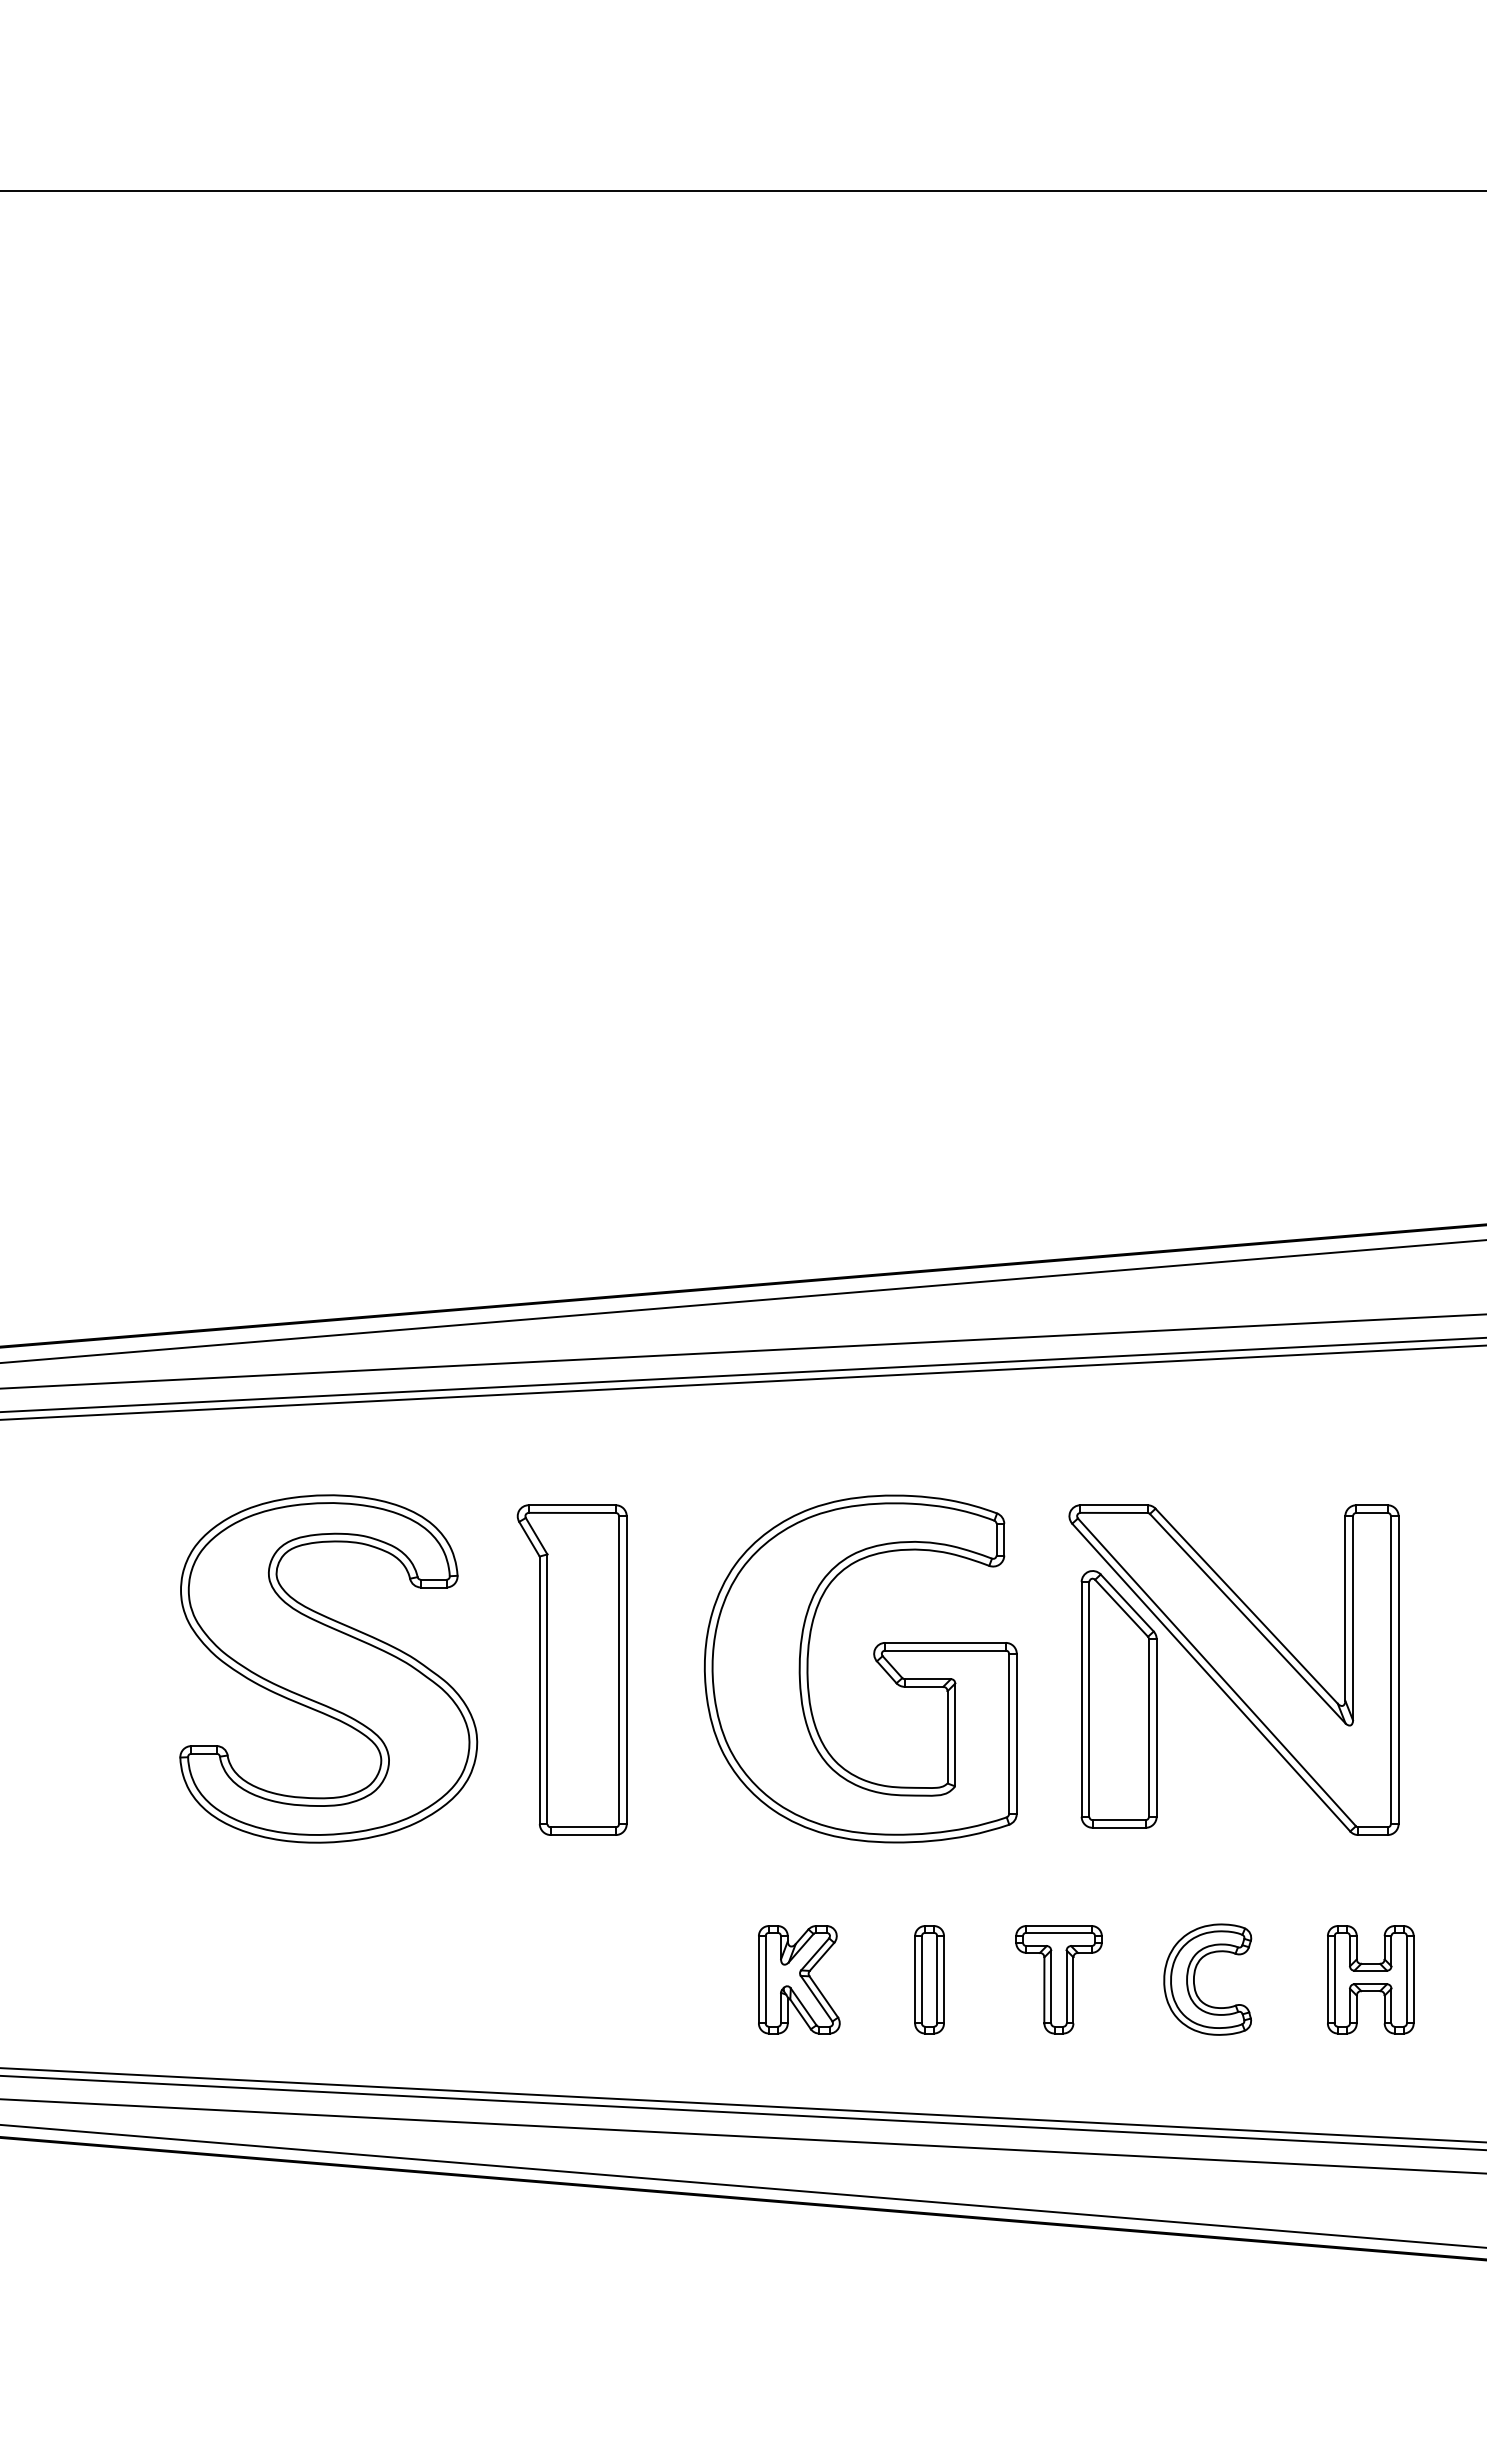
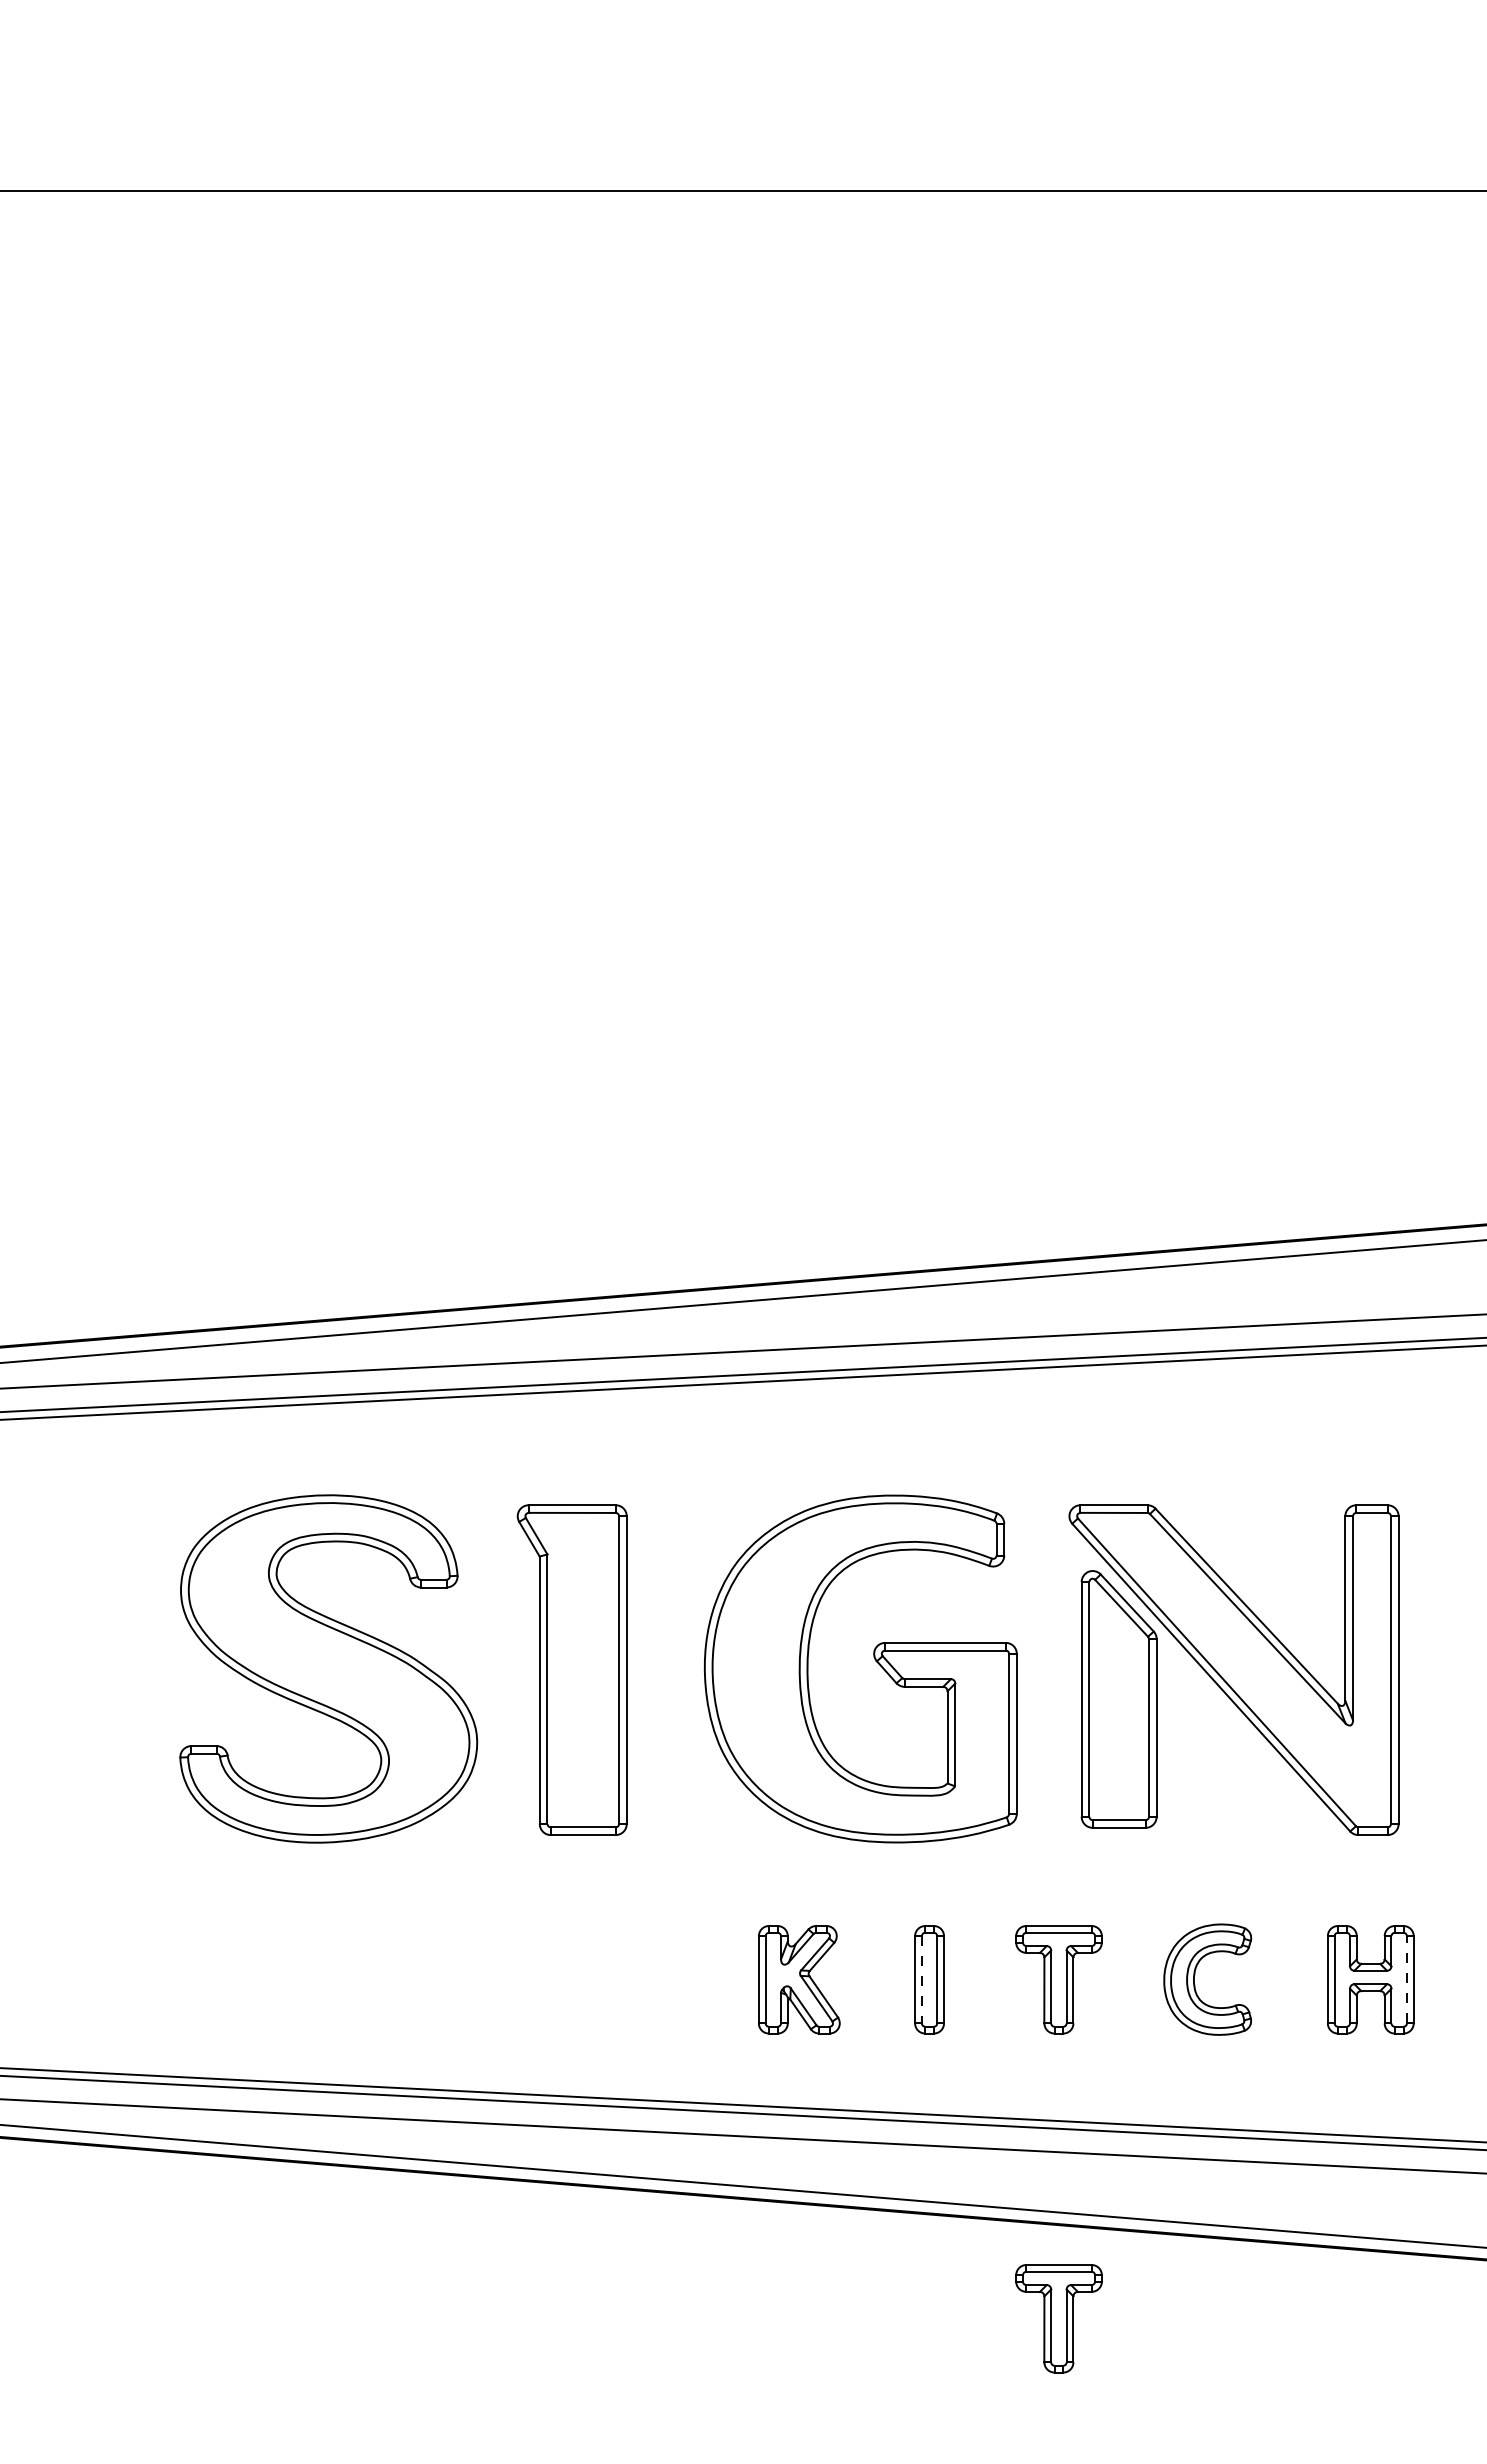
line at (921, 1979): solid -> dashed
line at (1406, 1979): solid -> dashed
part at (1058, 2318): none -> present
